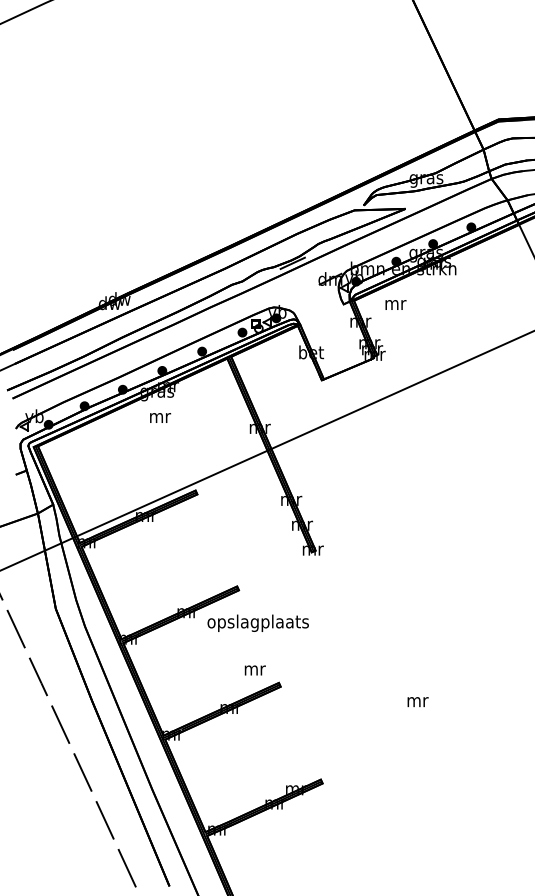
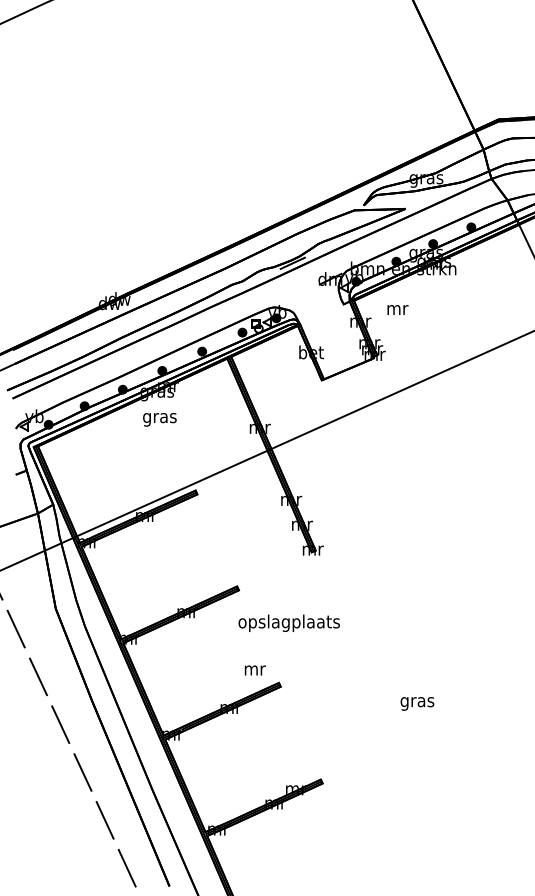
text at (395, 304) position: (395, 304) -> (397, 309)
text at (159, 419): mr -> gras
text at (257, 622) position: (257, 622) -> (288, 622)
text at (417, 703): mr -> gras
